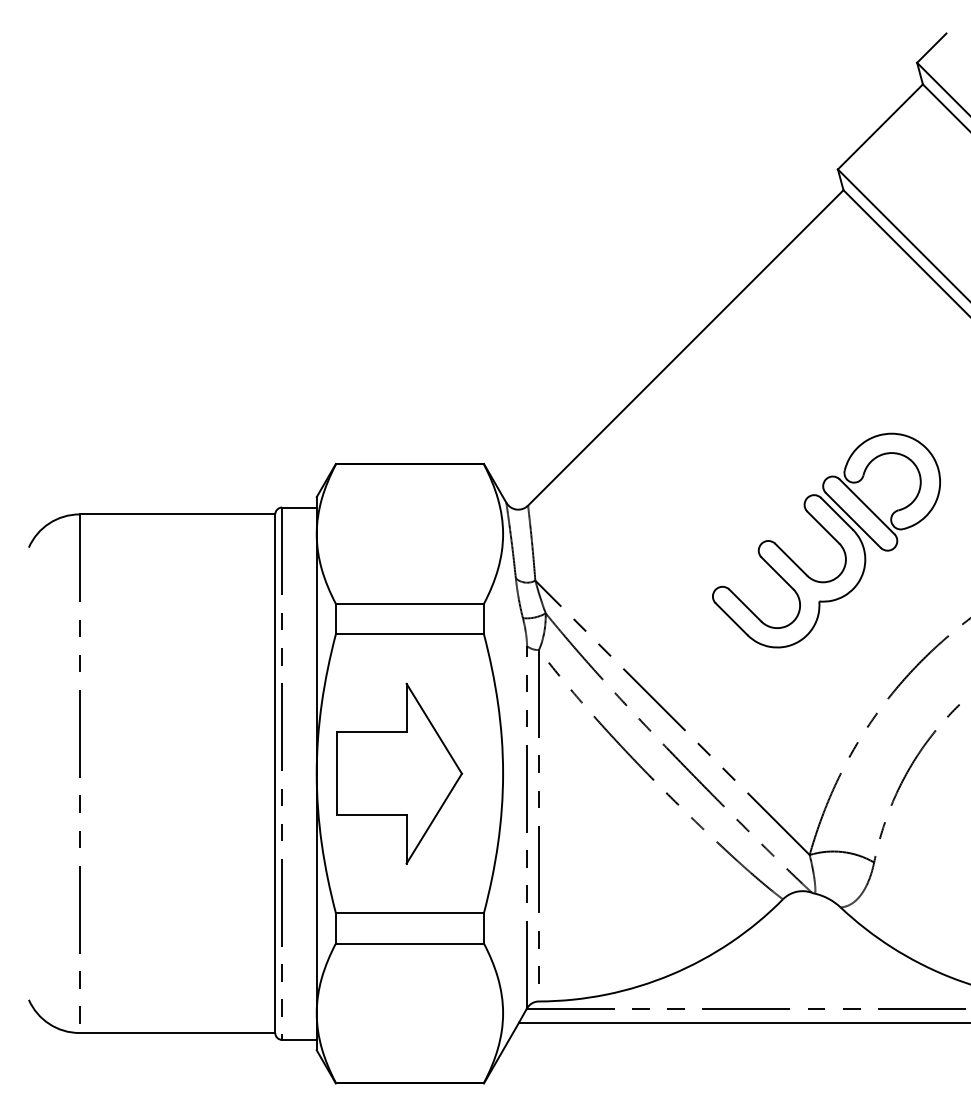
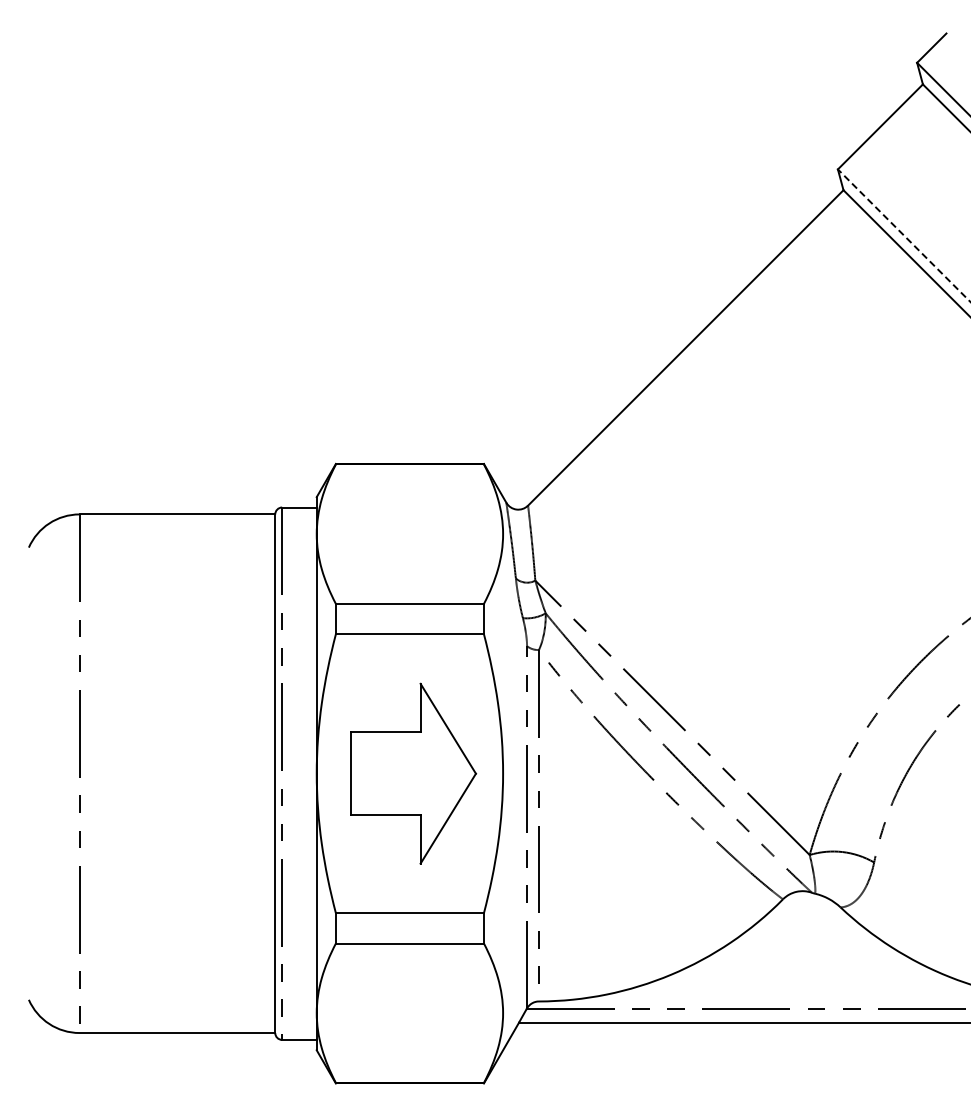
line at (904, 235): solid -> dashed
part at (826, 540): present -> none
part at (399, 773) position: (399, 773) -> (413, 773)
